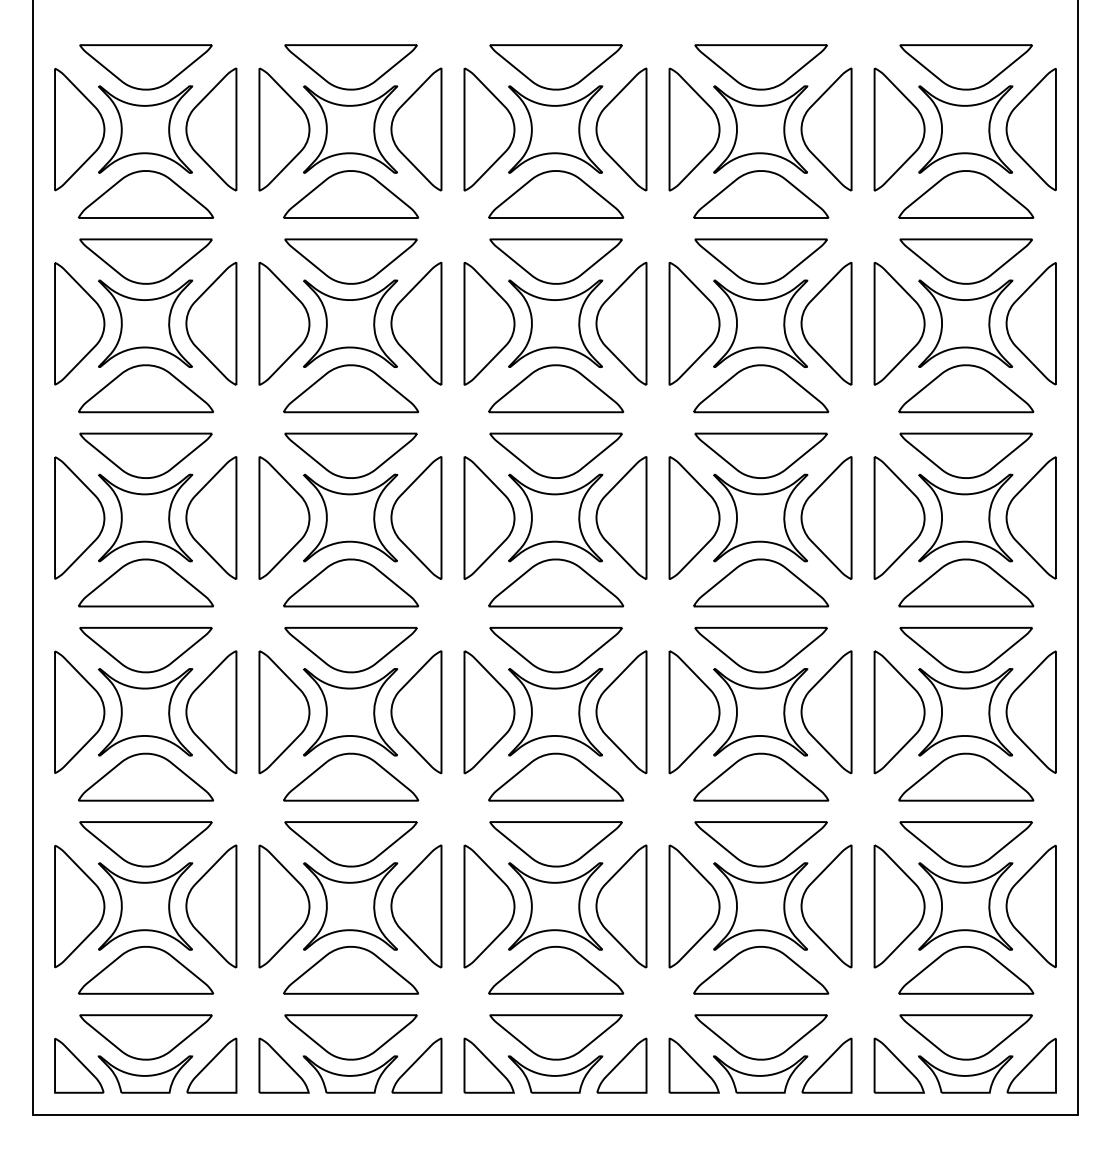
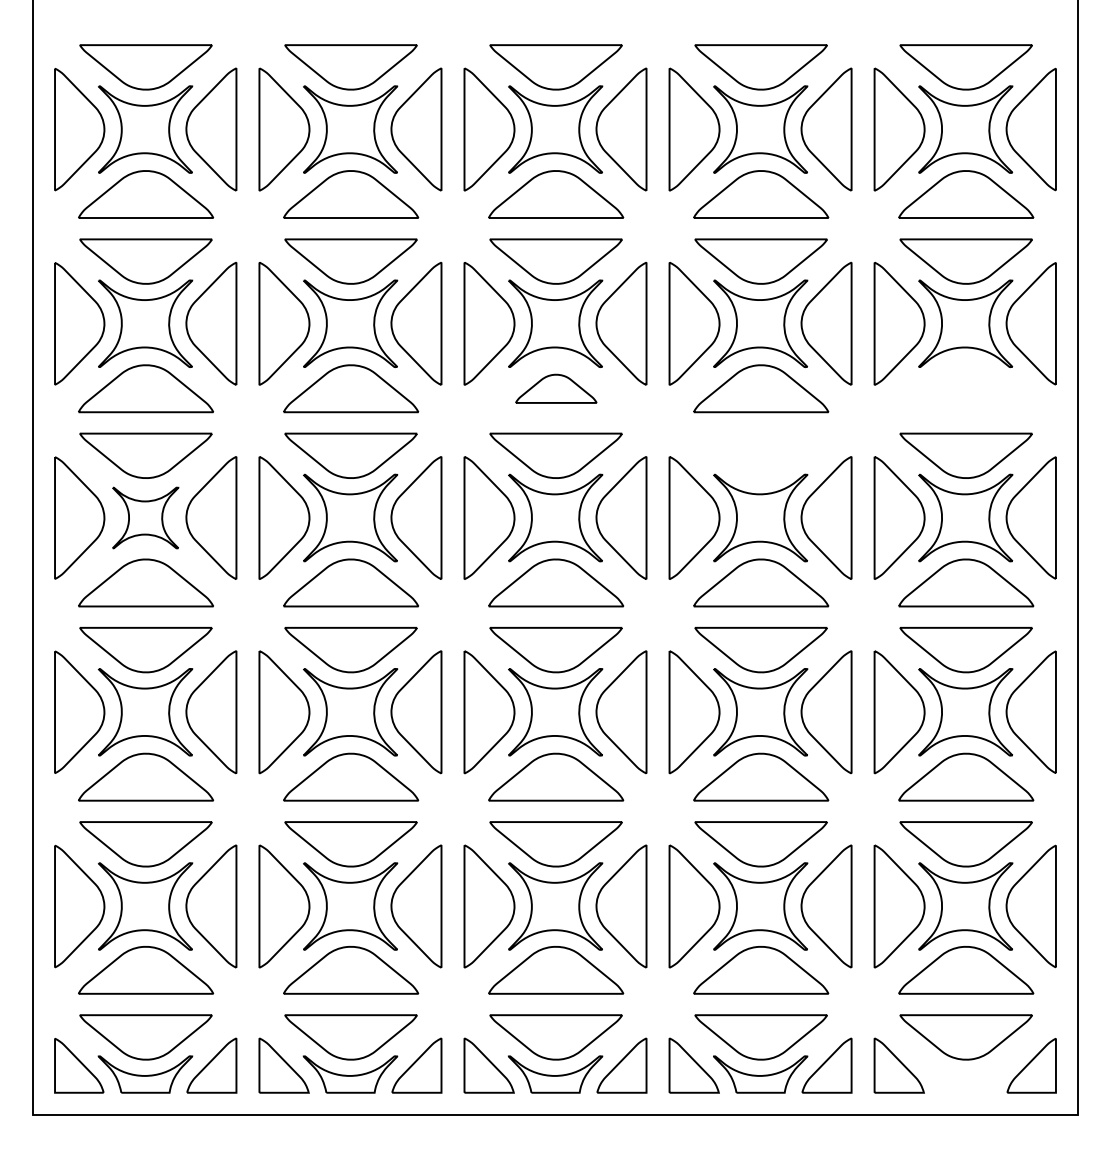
part at (556, 388) size: 137x50 px -> 83x31 px
part at (966, 388): present -> none
part at (760, 455): present -> none
part at (145, 517) size: 96x90 px -> 68x64 px
part at (965, 1074): present -> none
